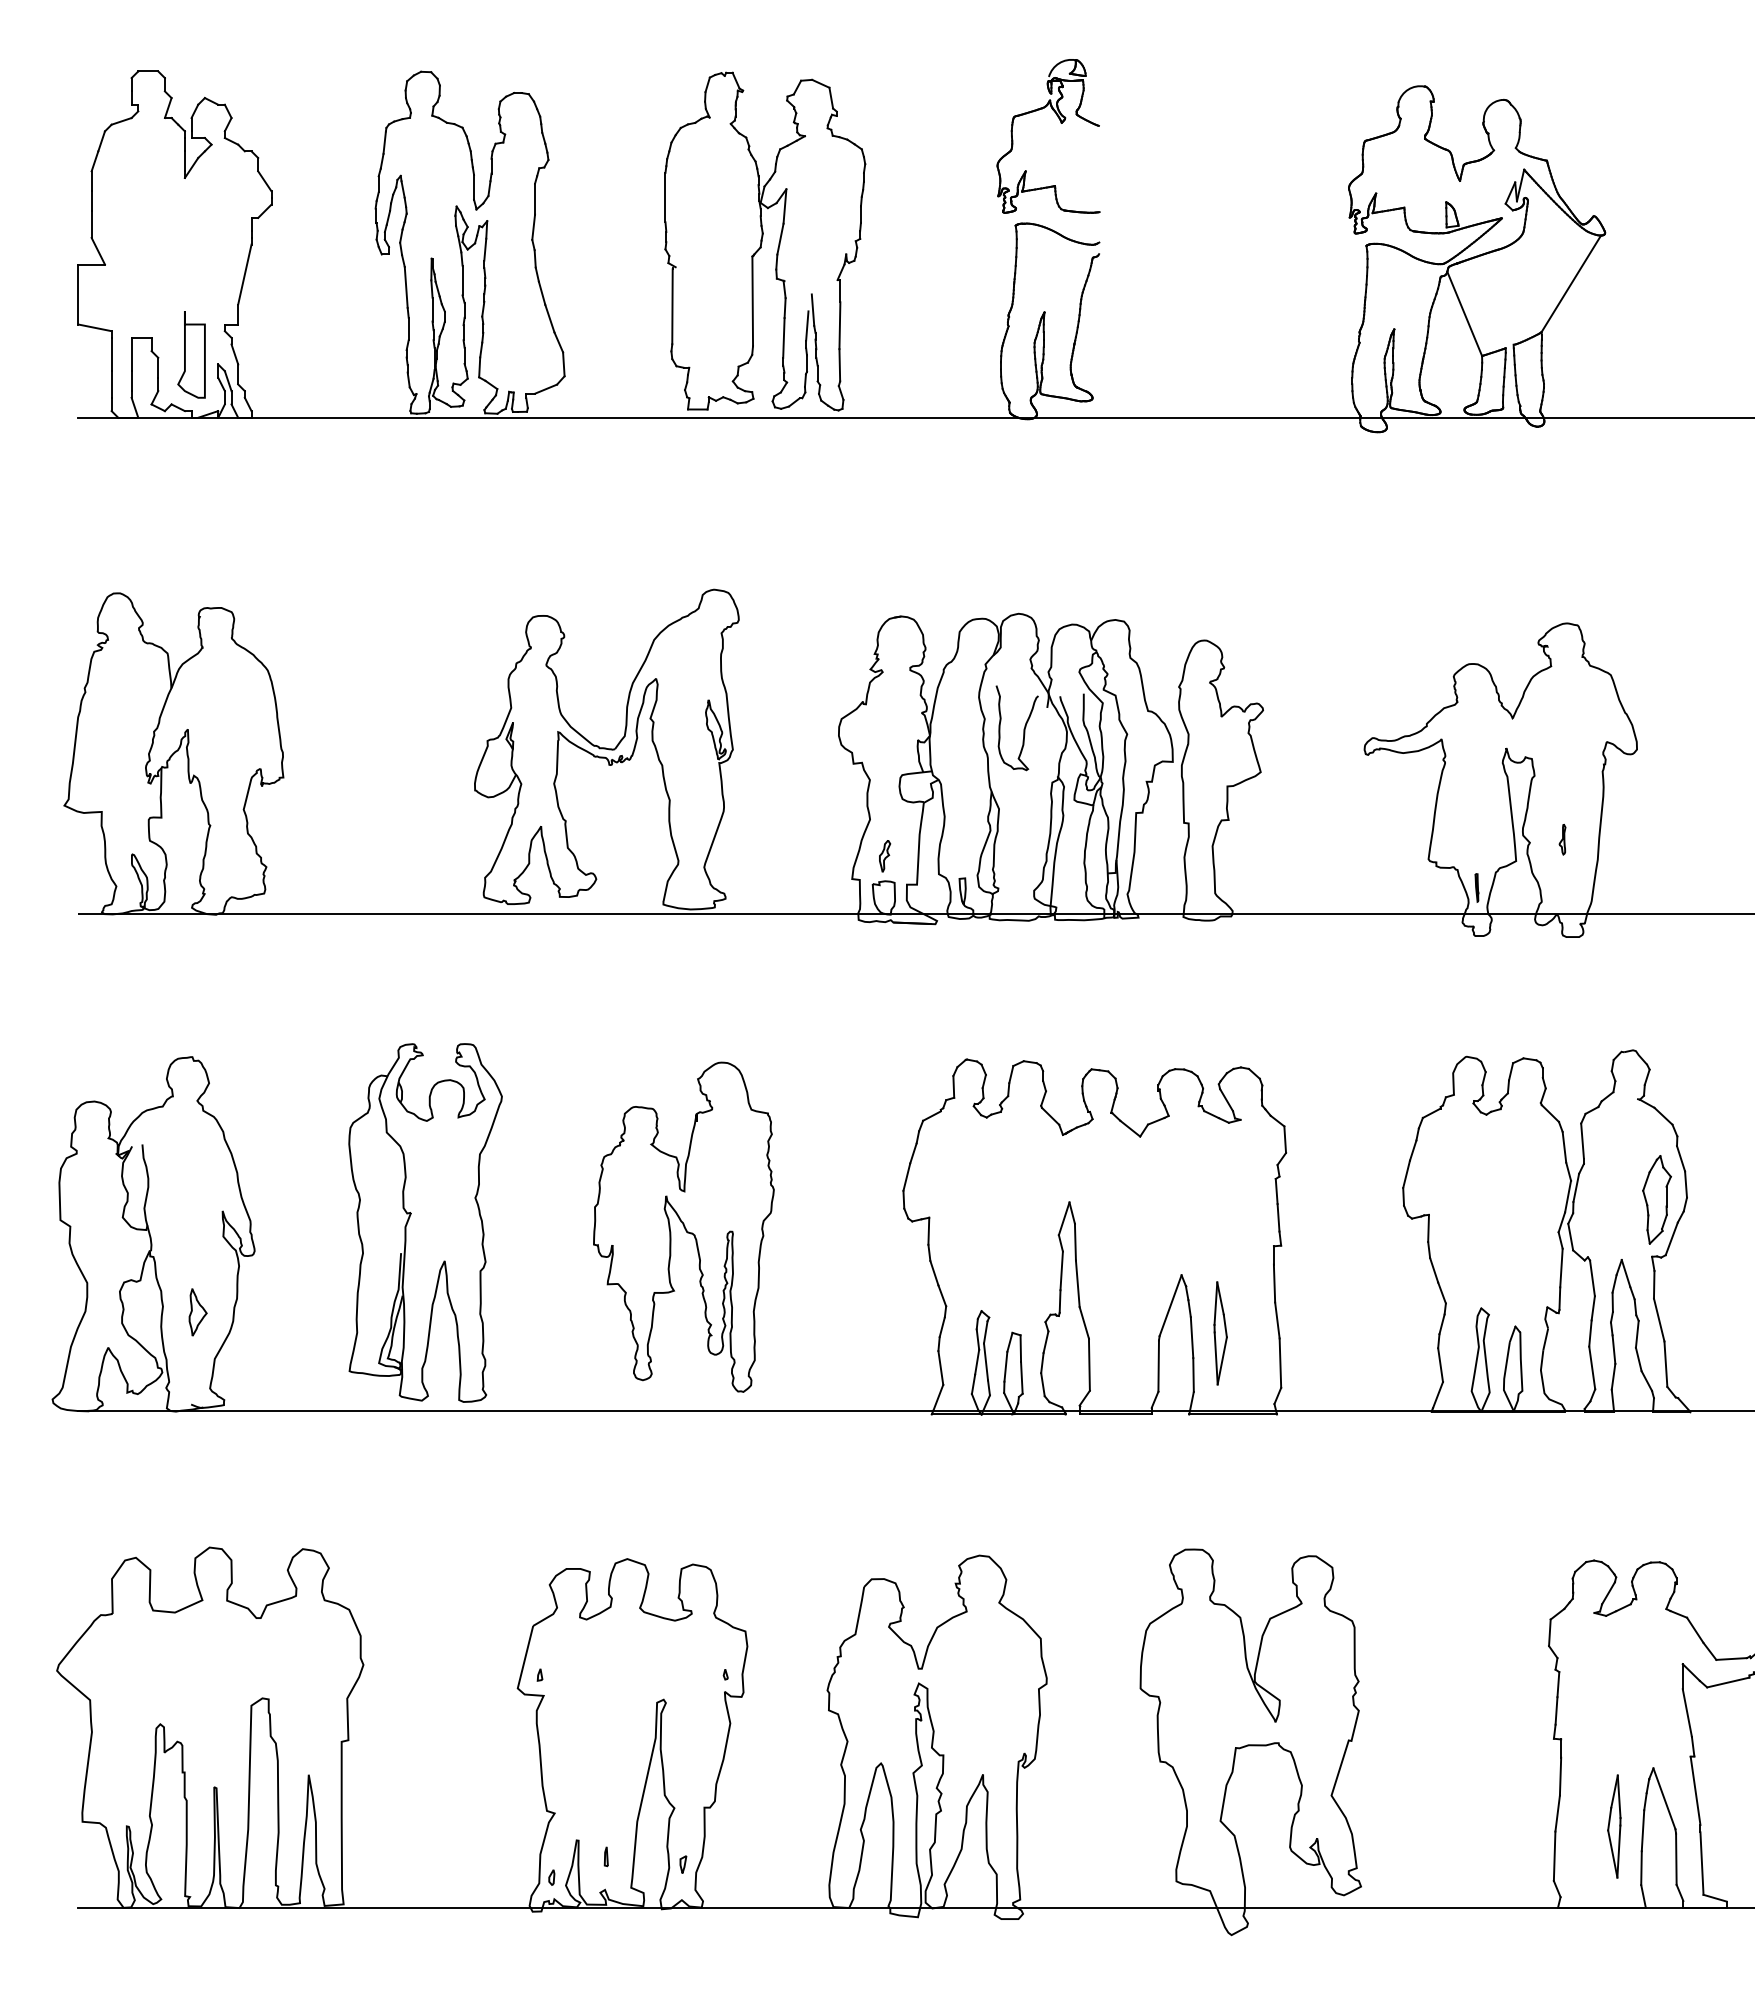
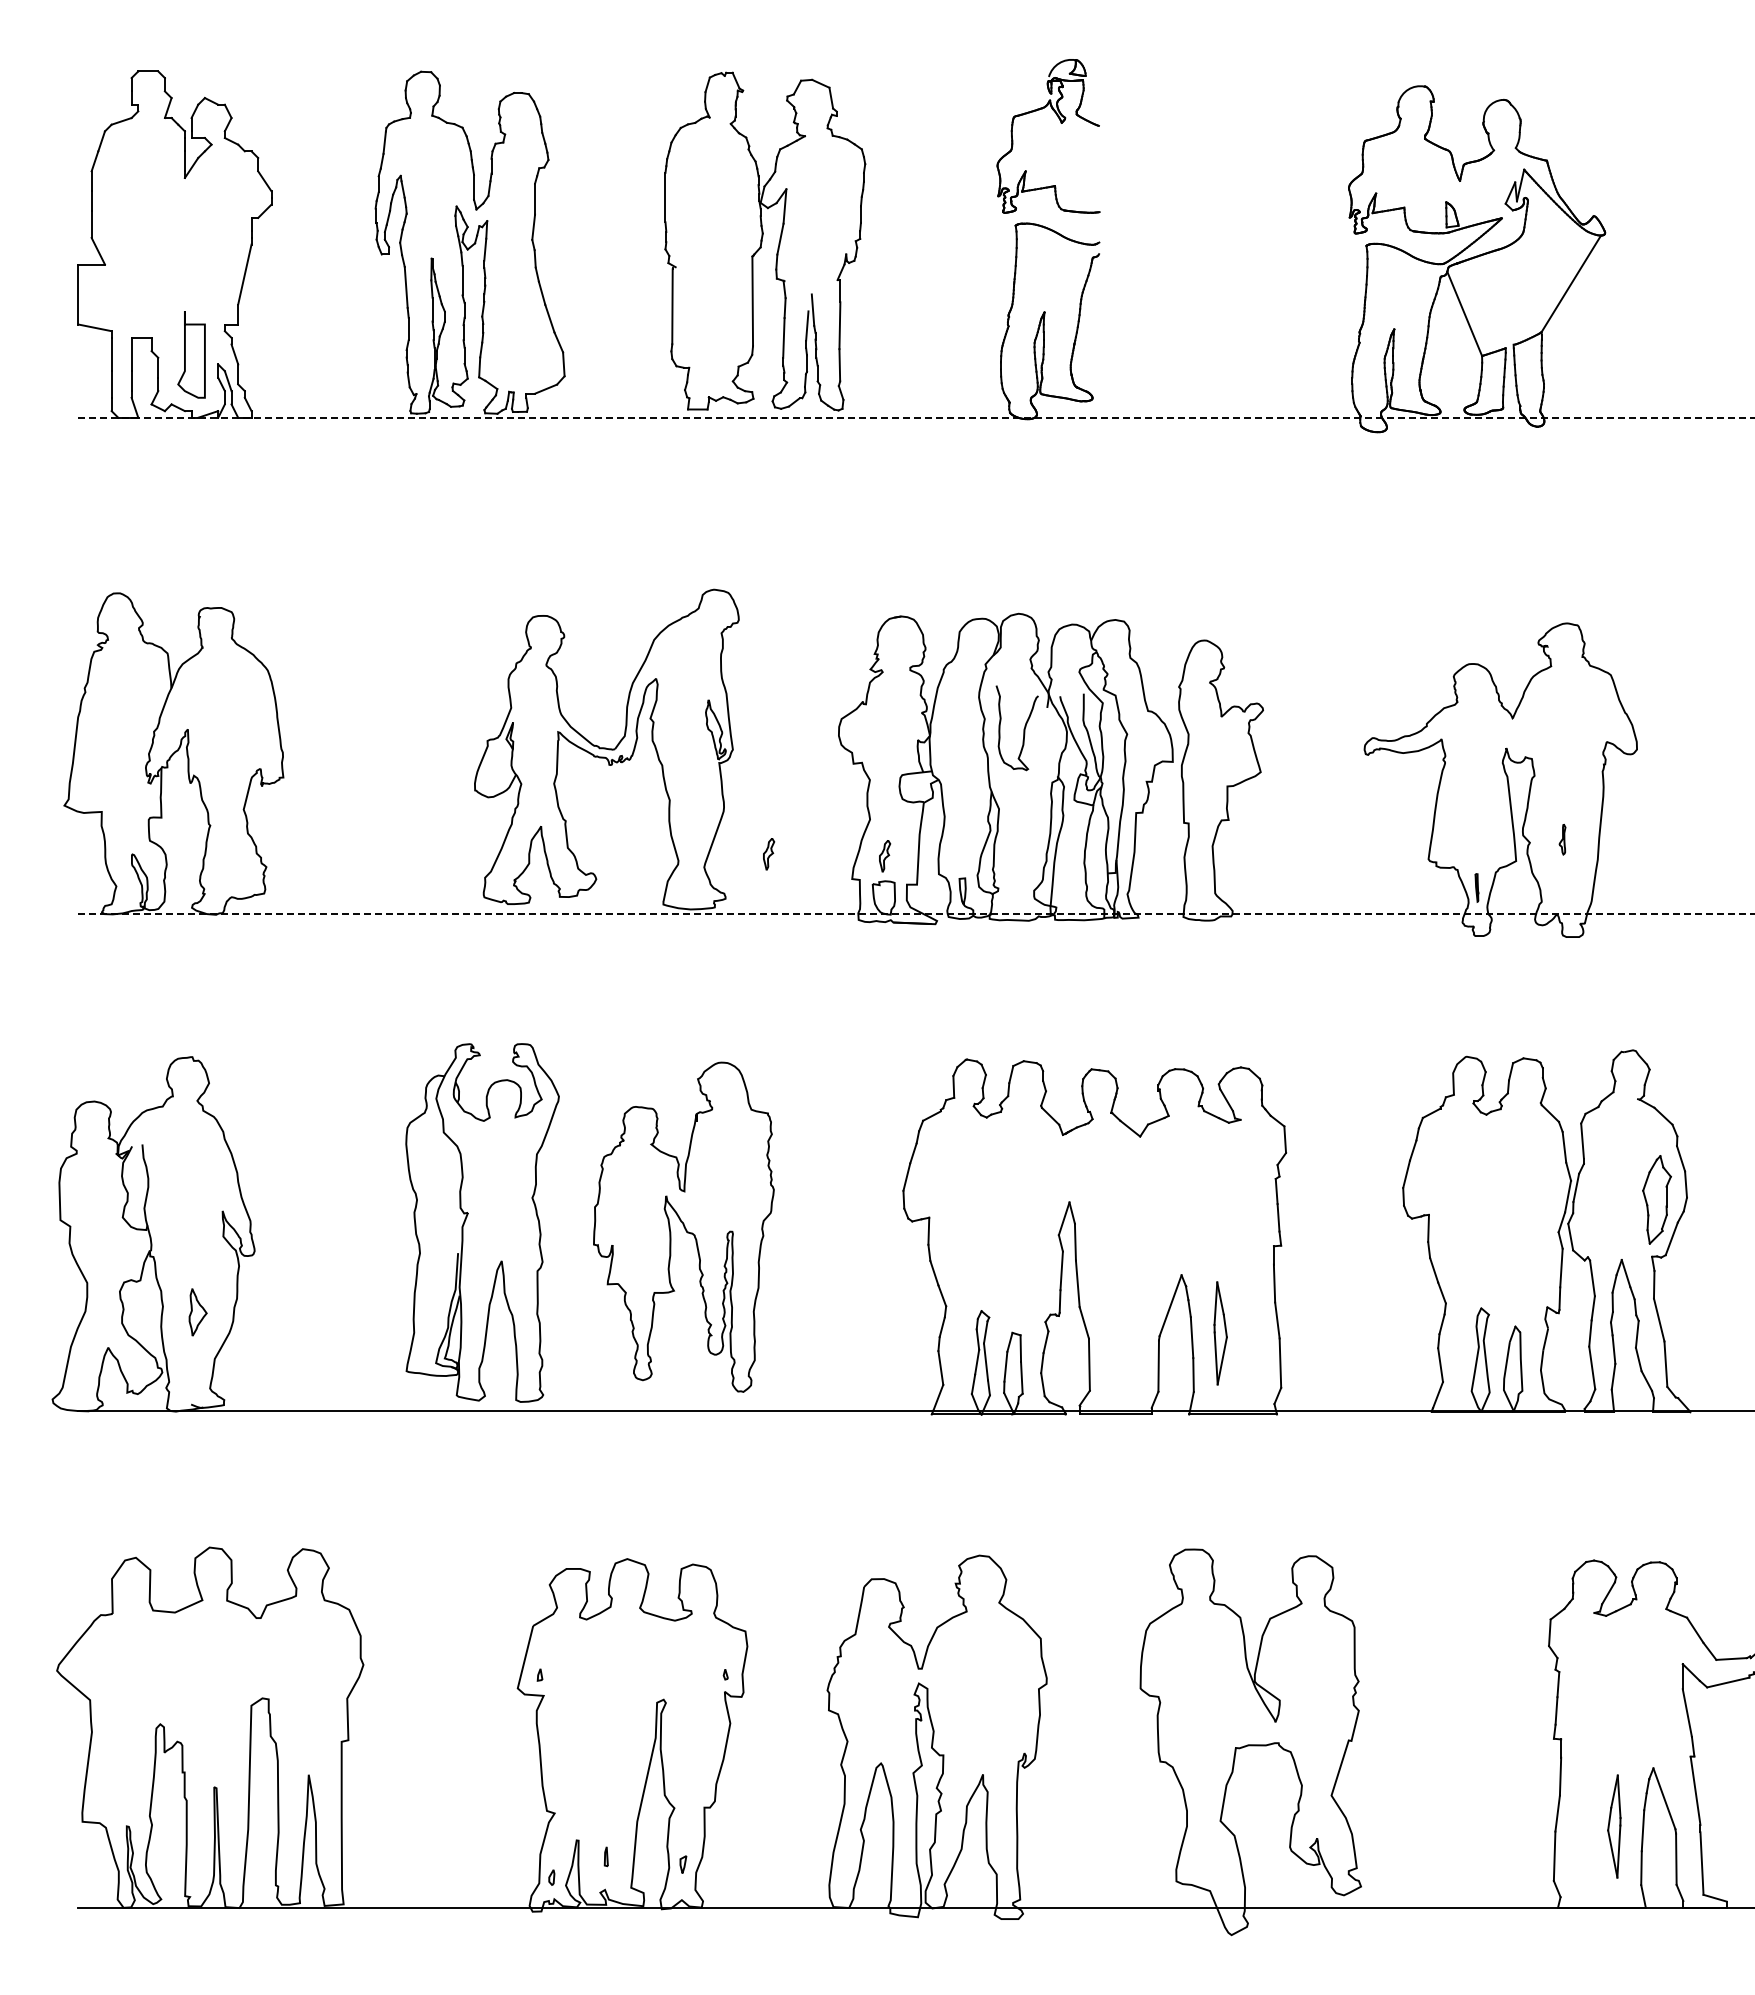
line at (916, 417): solid -> dashed
part at (769, 854): none -> present
line at (916, 914): solid -> dashed
part at (425, 1222) position: (425, 1222) -> (482, 1222)
